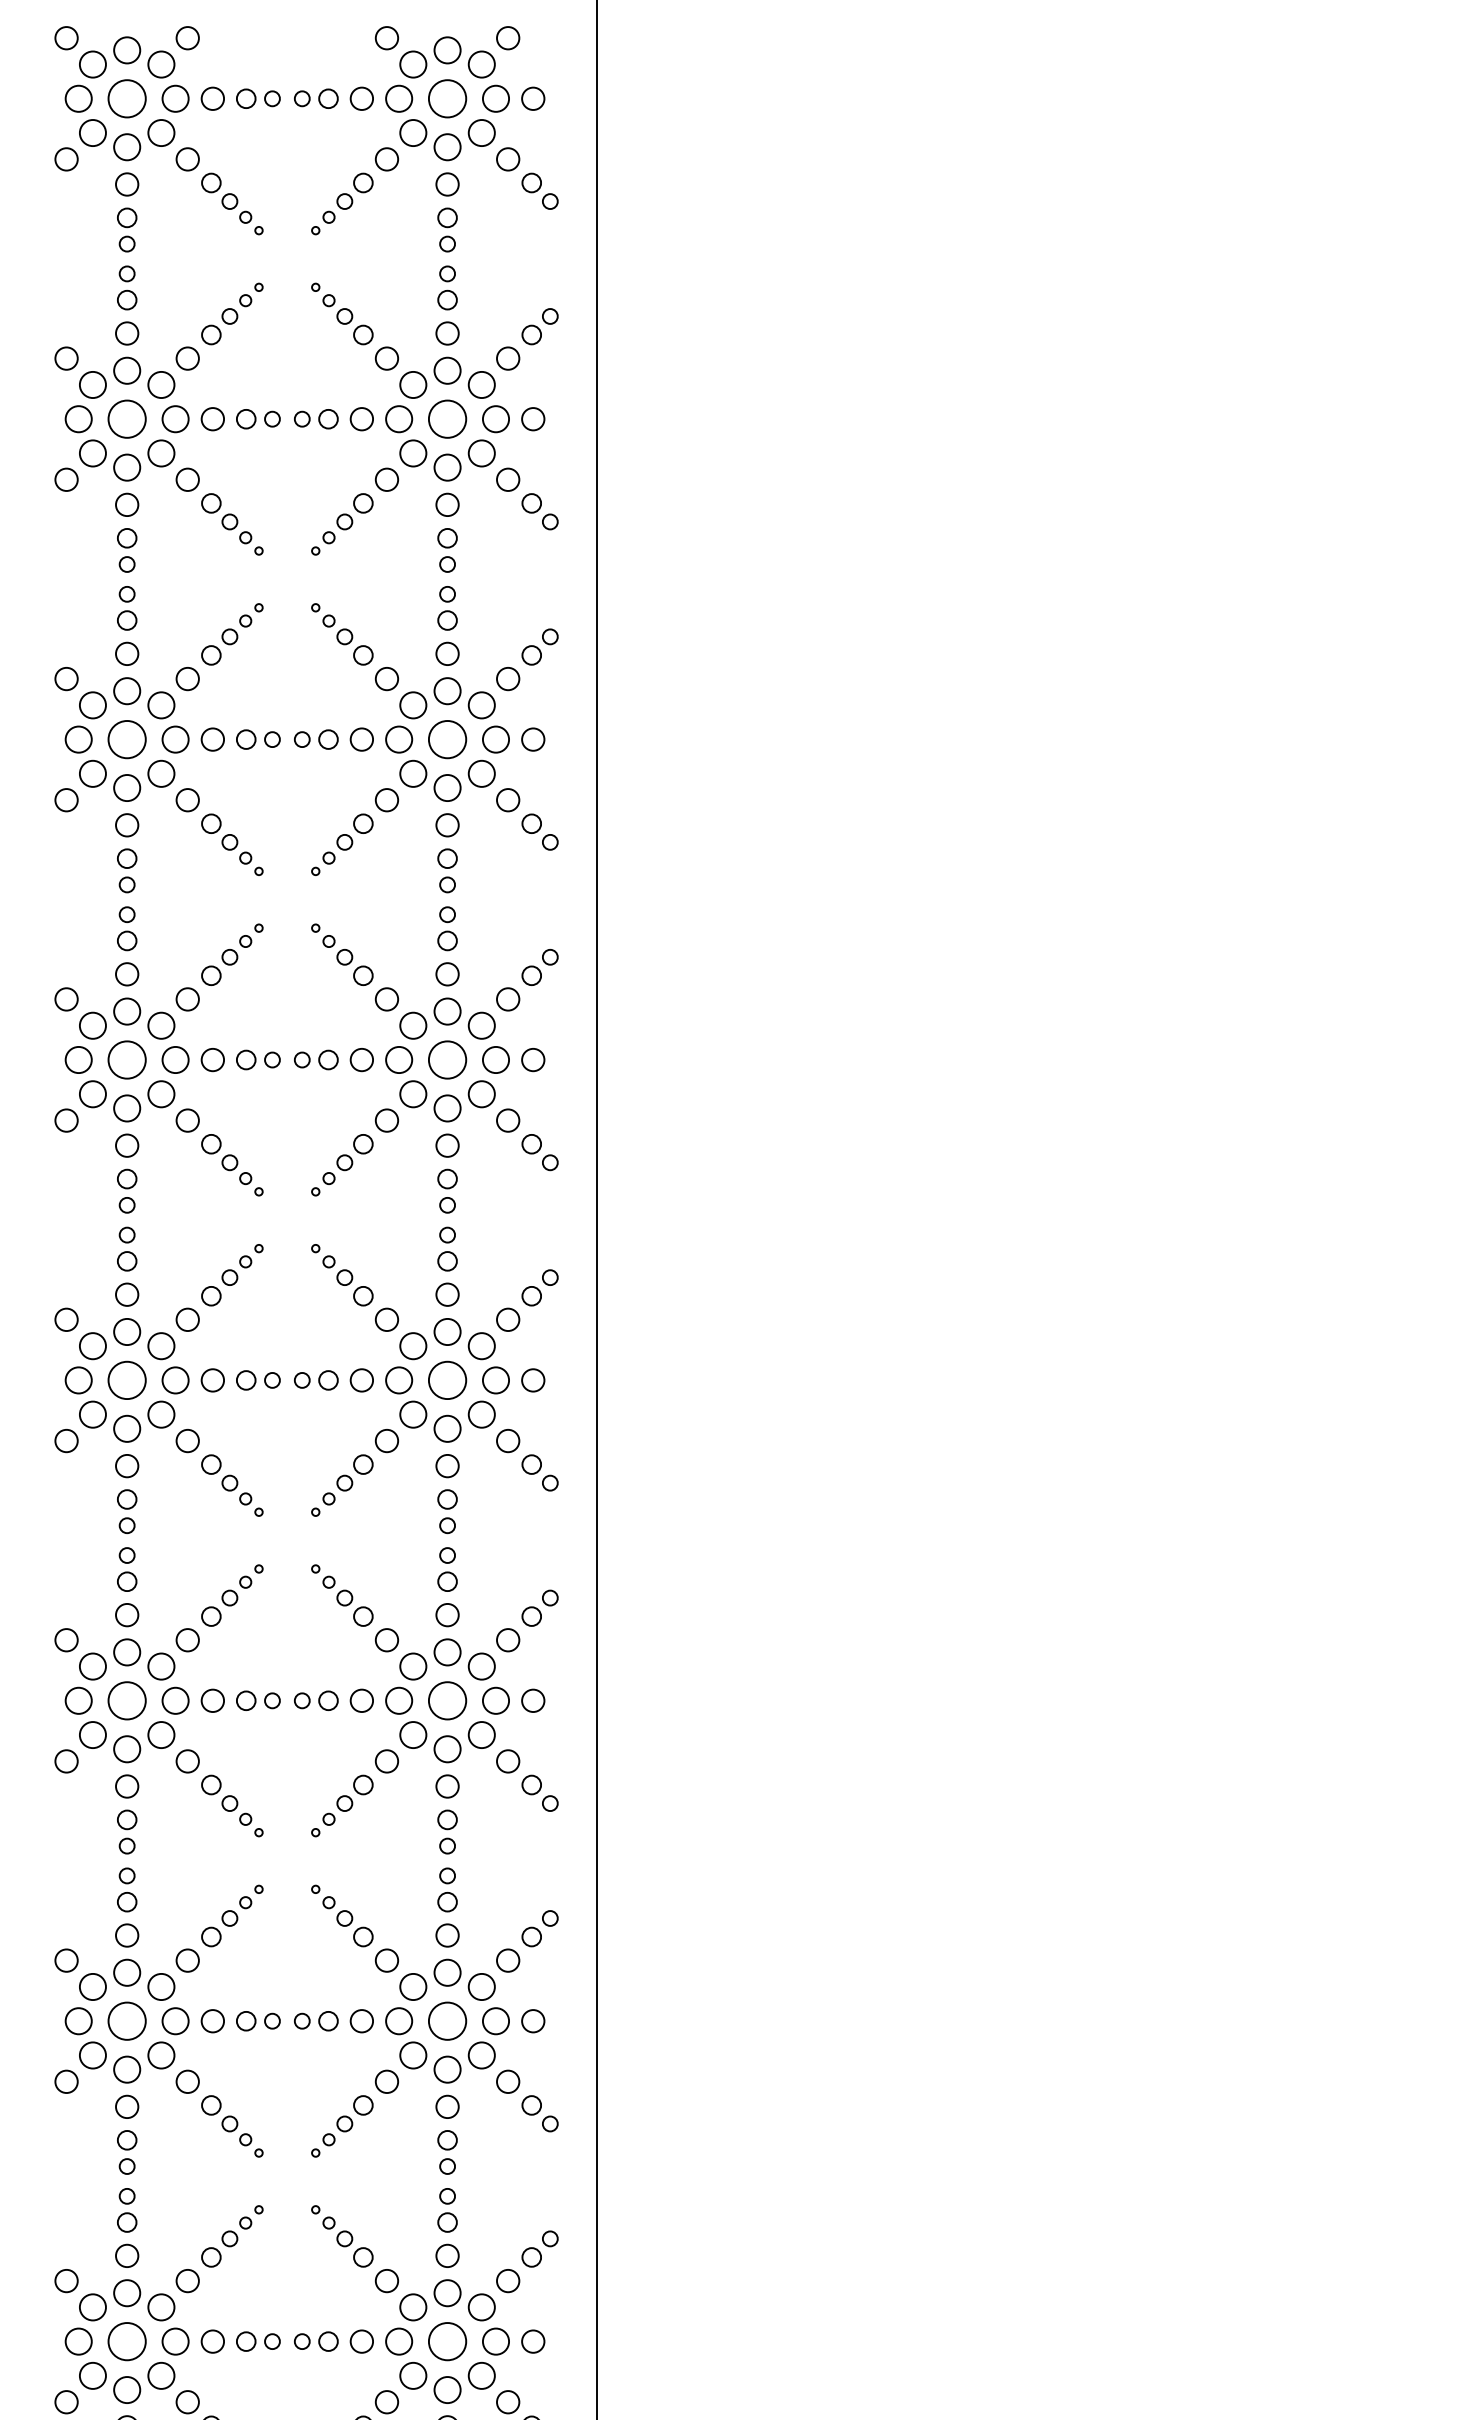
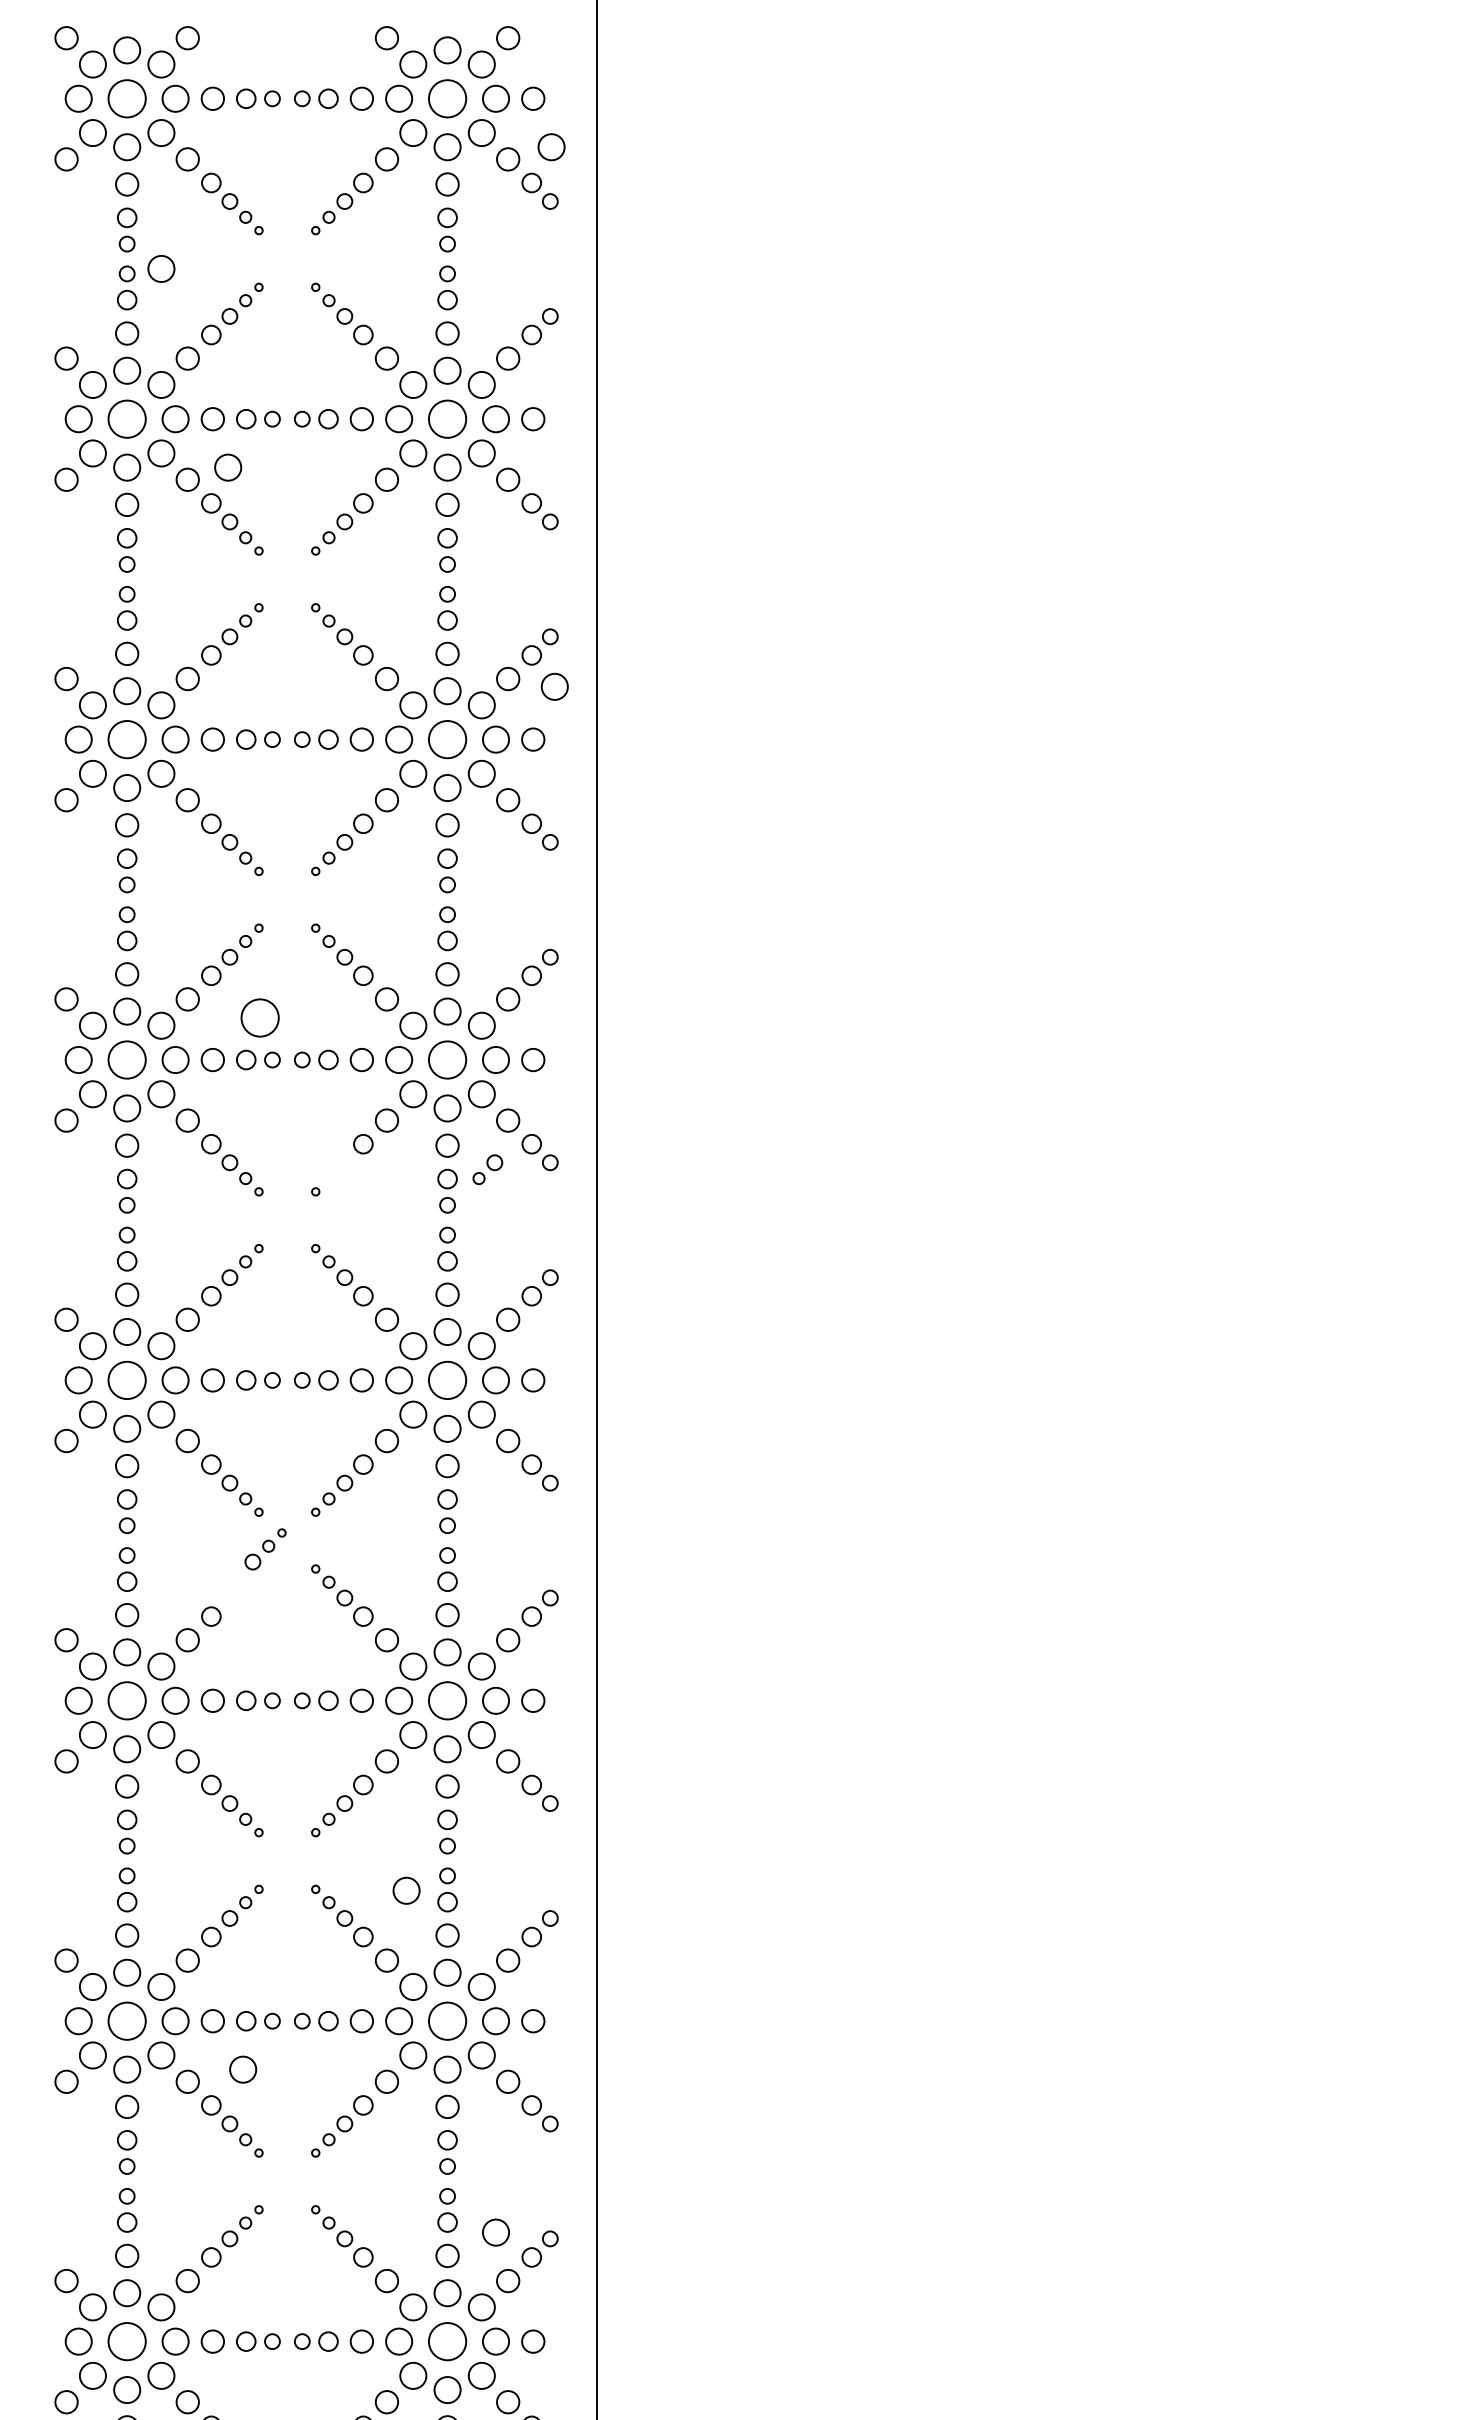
circle at (551, 147): none -> present
circle at (161, 268): none -> present
circle at (228, 467): none -> present
circle at (554, 686): none -> present
circle at (259, 1017): none -> present
part at (337, 1169) position: (337, 1169) -> (487, 1169)
part at (242, 1585) position: (242, 1585) -> (265, 1549)
circle at (406, 1890): none -> present
circle at (243, 2069): none -> present
circle at (495, 2232): none -> present
